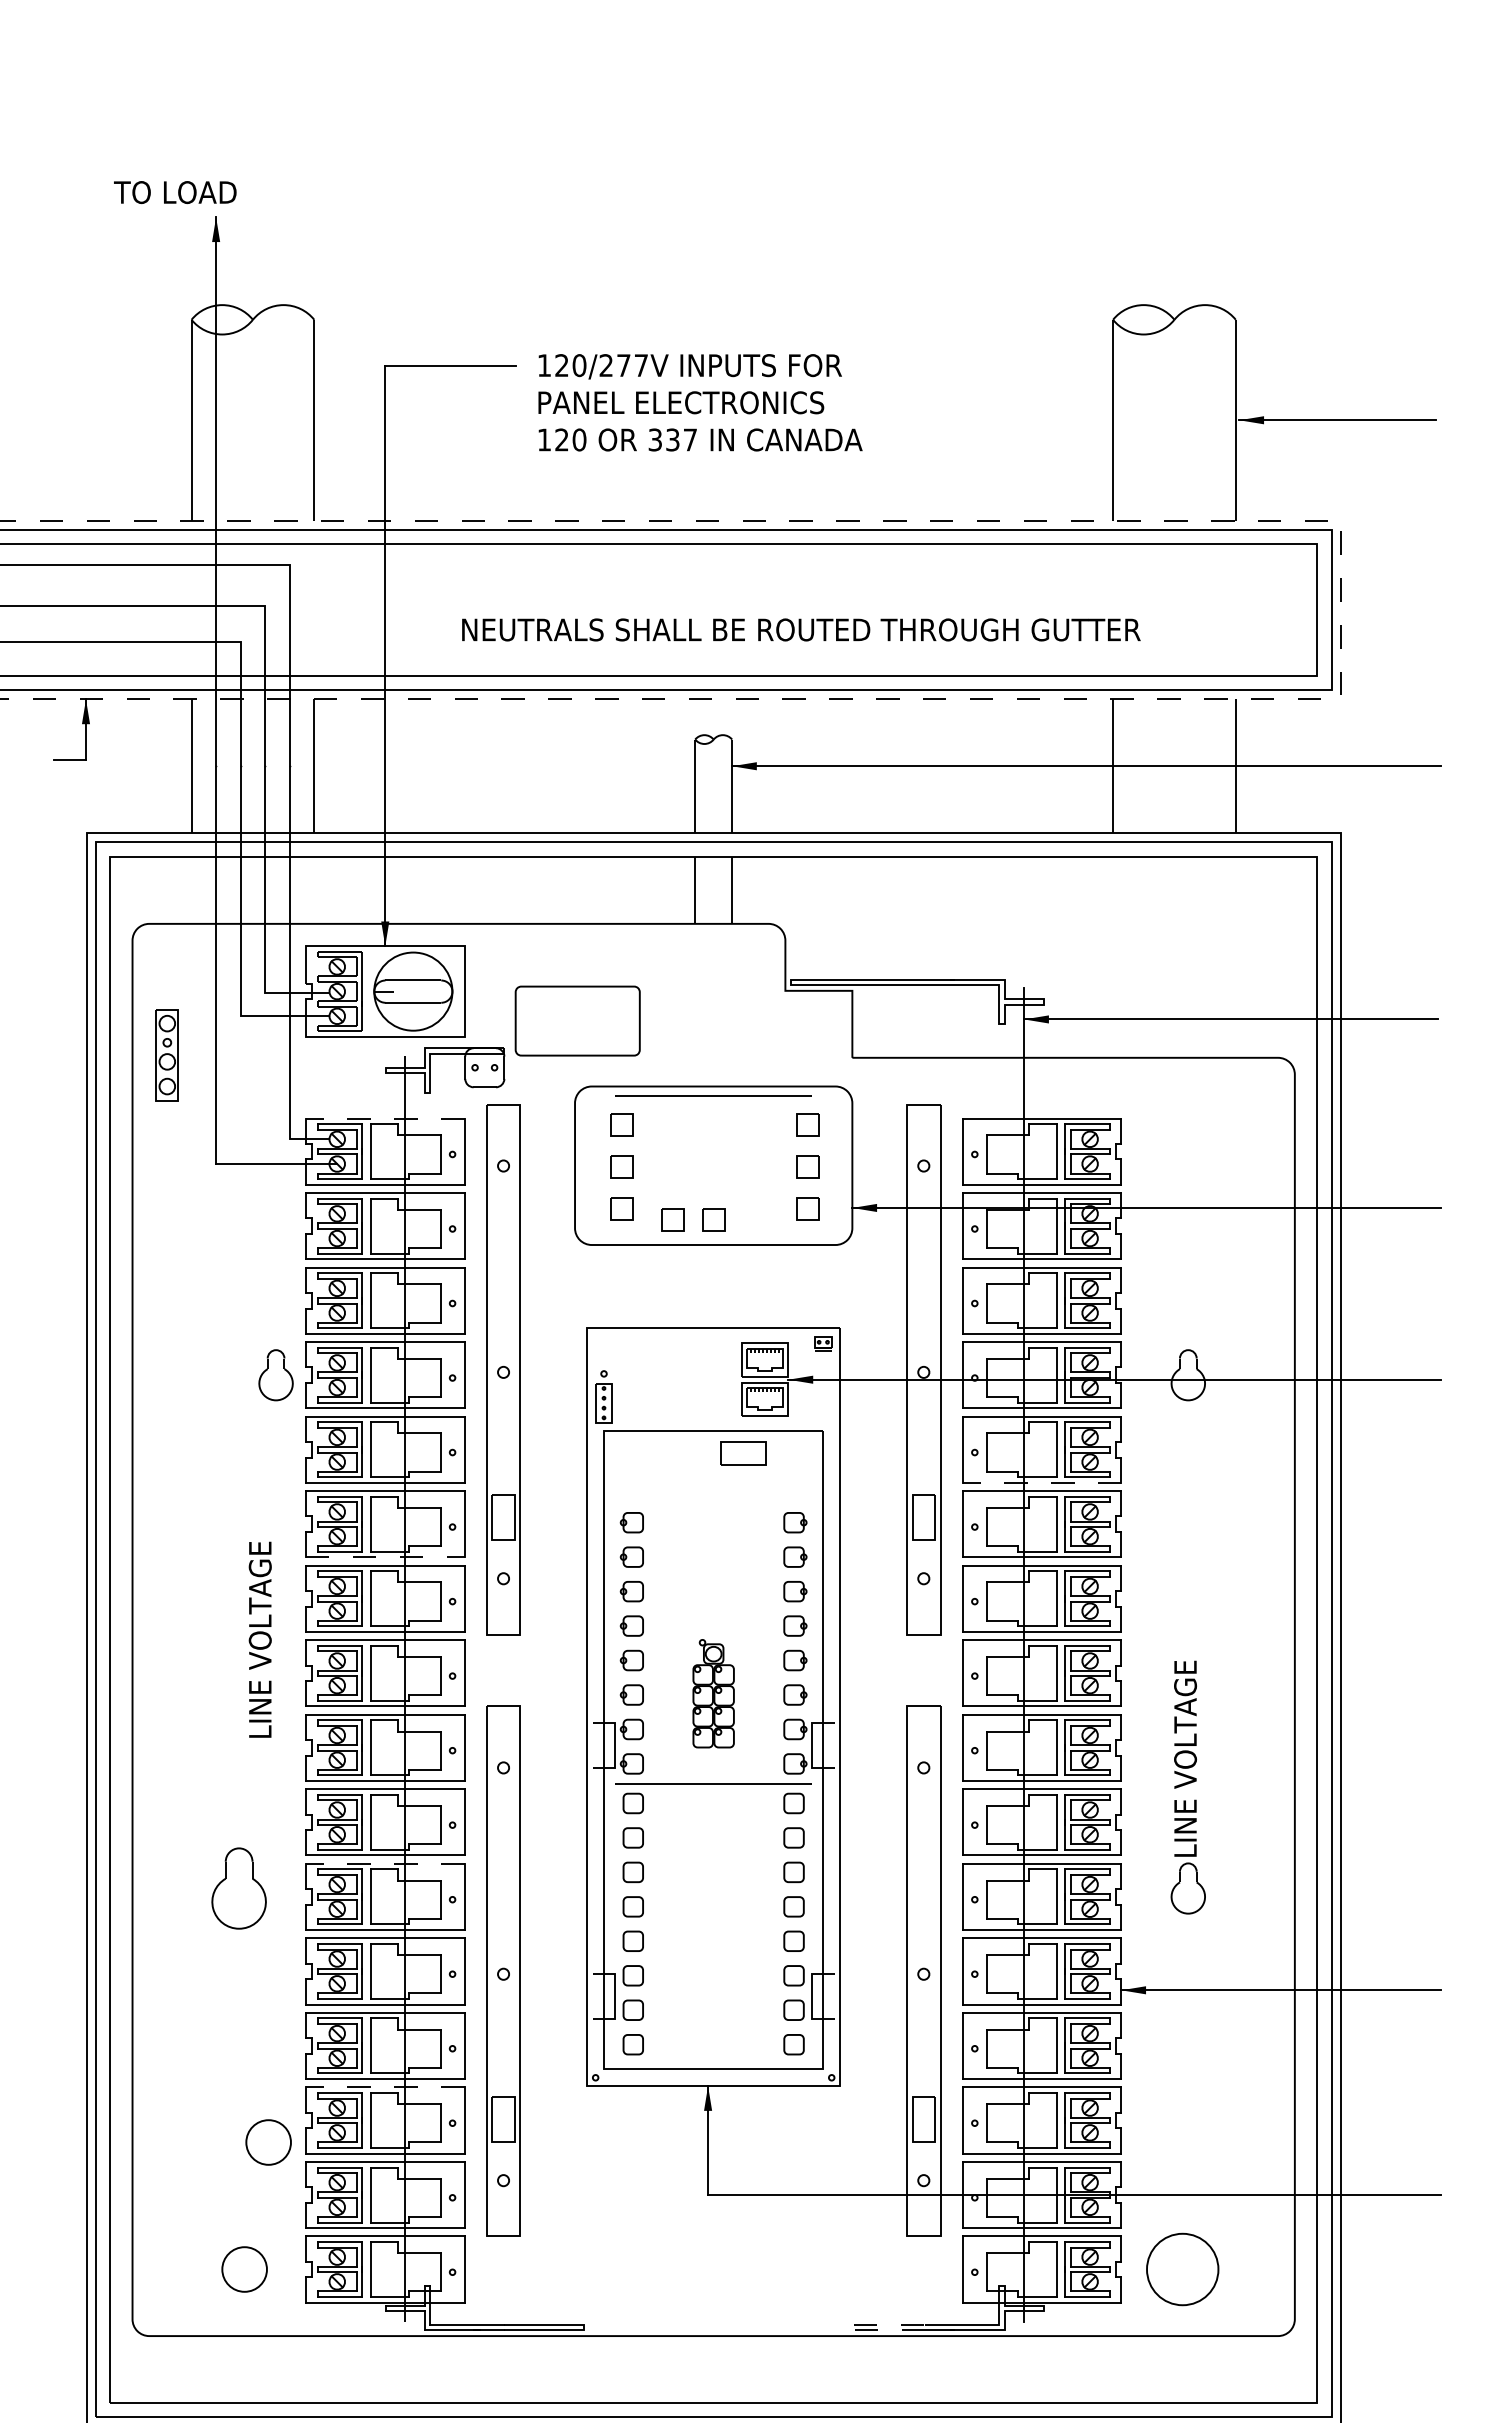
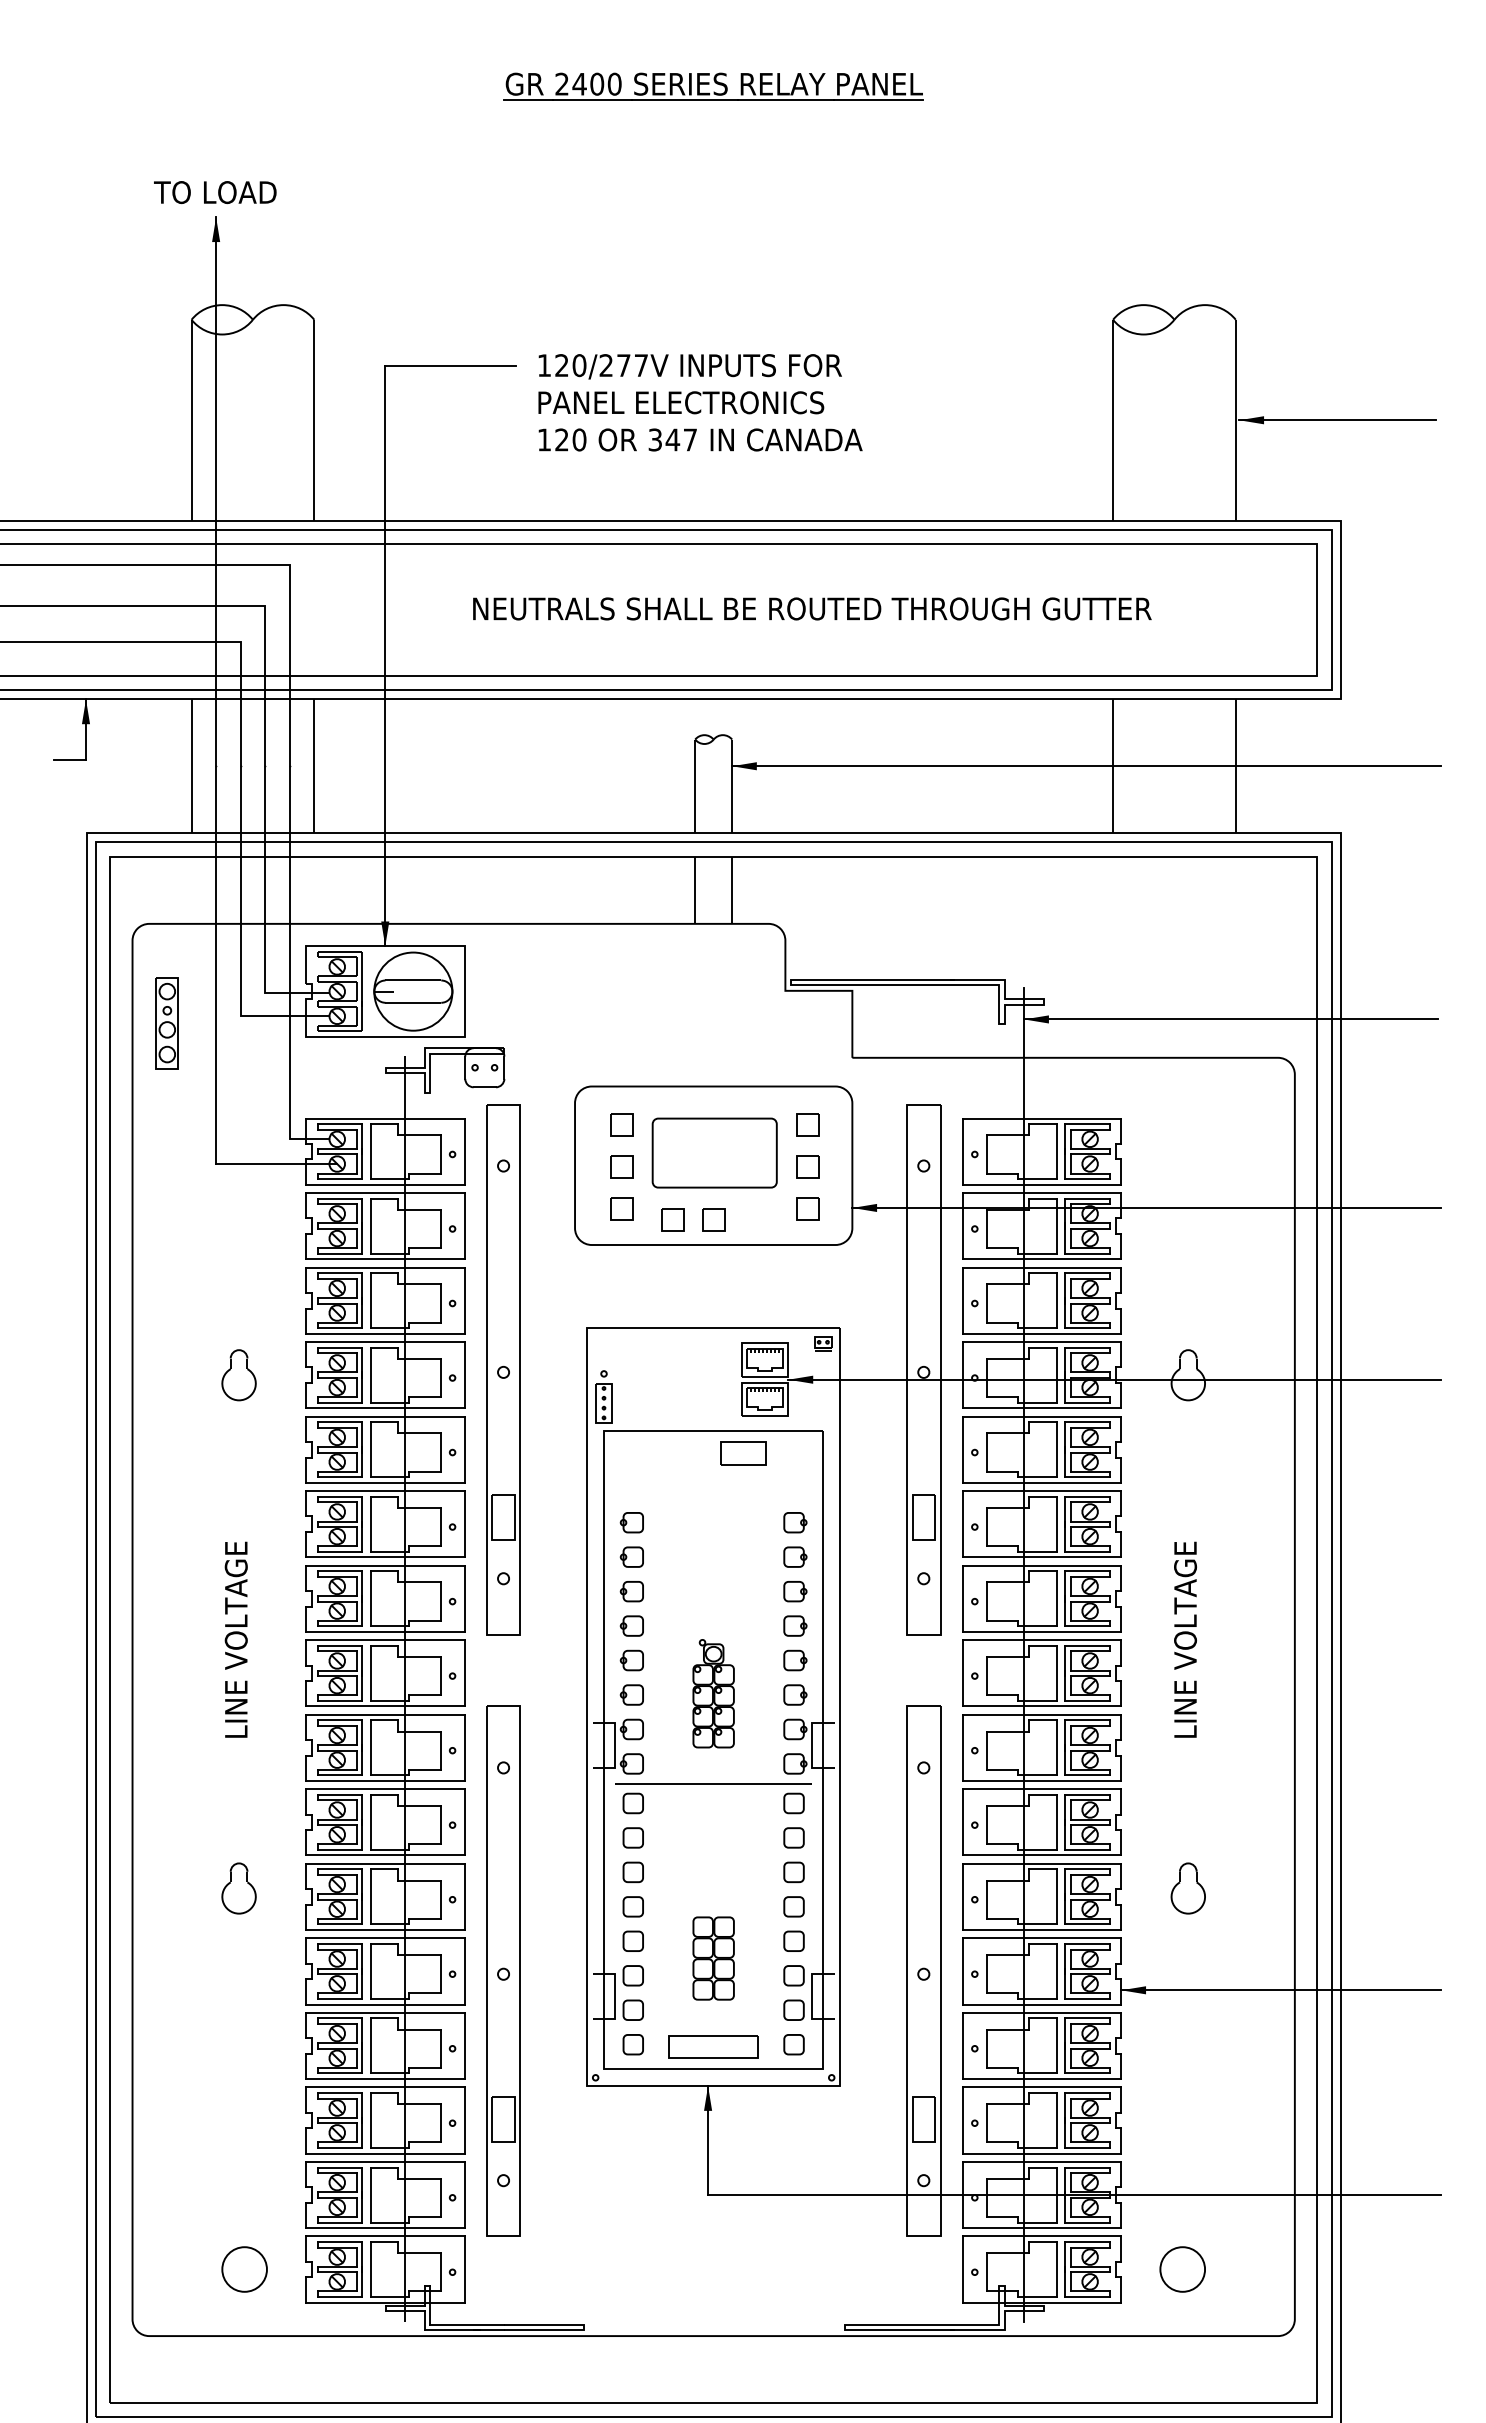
part at (713, 86): none -> present
text at (175, 192) position: (175, 192) -> (215, 192)
text at (672, 439): 337 -> 347
line at (1340, 609): dashed -> solid
text at (801, 629) position: (801, 629) -> (812, 608)
part at (577, 1020) position: (577, 1020) -> (714, 1152)
part at (166, 1055) position: (166, 1055) -> (166, 1023)
line at (713, 1095): present -> none
line at (384, 1118): dashed -> solid
part at (275, 1375) position: (275, 1375) -> (238, 1375)
line at (1041, 1482): dashed -> solid
line at (385, 1557): dashed -> solid
text at (259, 1639) position: (259, 1639) -> (235, 1639)
text at (1185, 1758) position: (1185, 1758) -> (1185, 1639)
line at (384, 1863): dashed -> solid
part at (238, 1888) size: 56x83 px -> 36x53 px
part at (713, 1958): none -> present
part at (713, 2046): none -> present
line at (384, 2087): dashed -> solid
circle at (268, 2142): present -> none
circle at (1182, 2269) diameter: 71 px -> 45 px
line at (845, 2327): dashed -> solid
